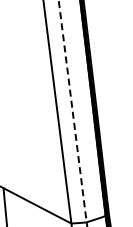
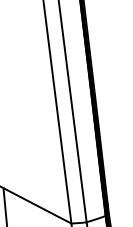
line at (72, 111): dashed -> solid
